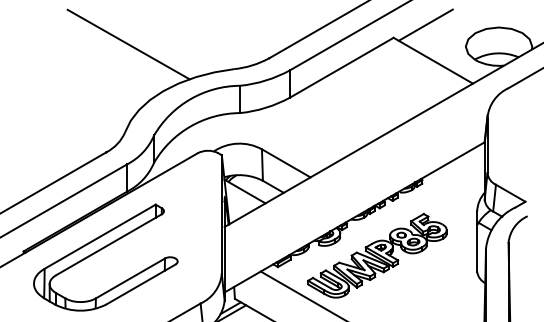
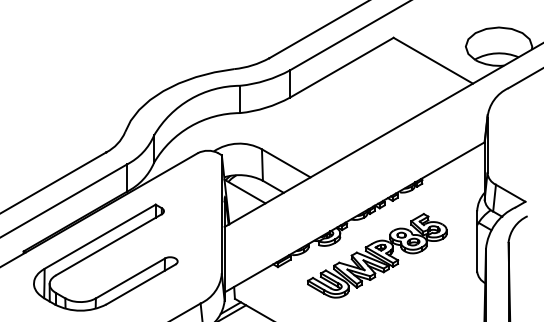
line at (425, 24): present -> none
line at (128, 44): present -> none
line at (301, 294): present -> none
